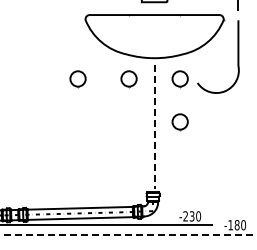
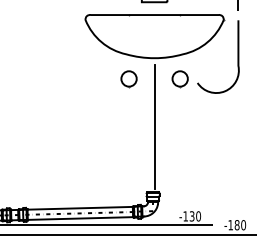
part at (77, 79): present -> none
part at (179, 122): present -> none
line at (154, 127): dashed -> solid
text at (185, 216): -230 -> -130
line at (128, 235): dashed -> solid
